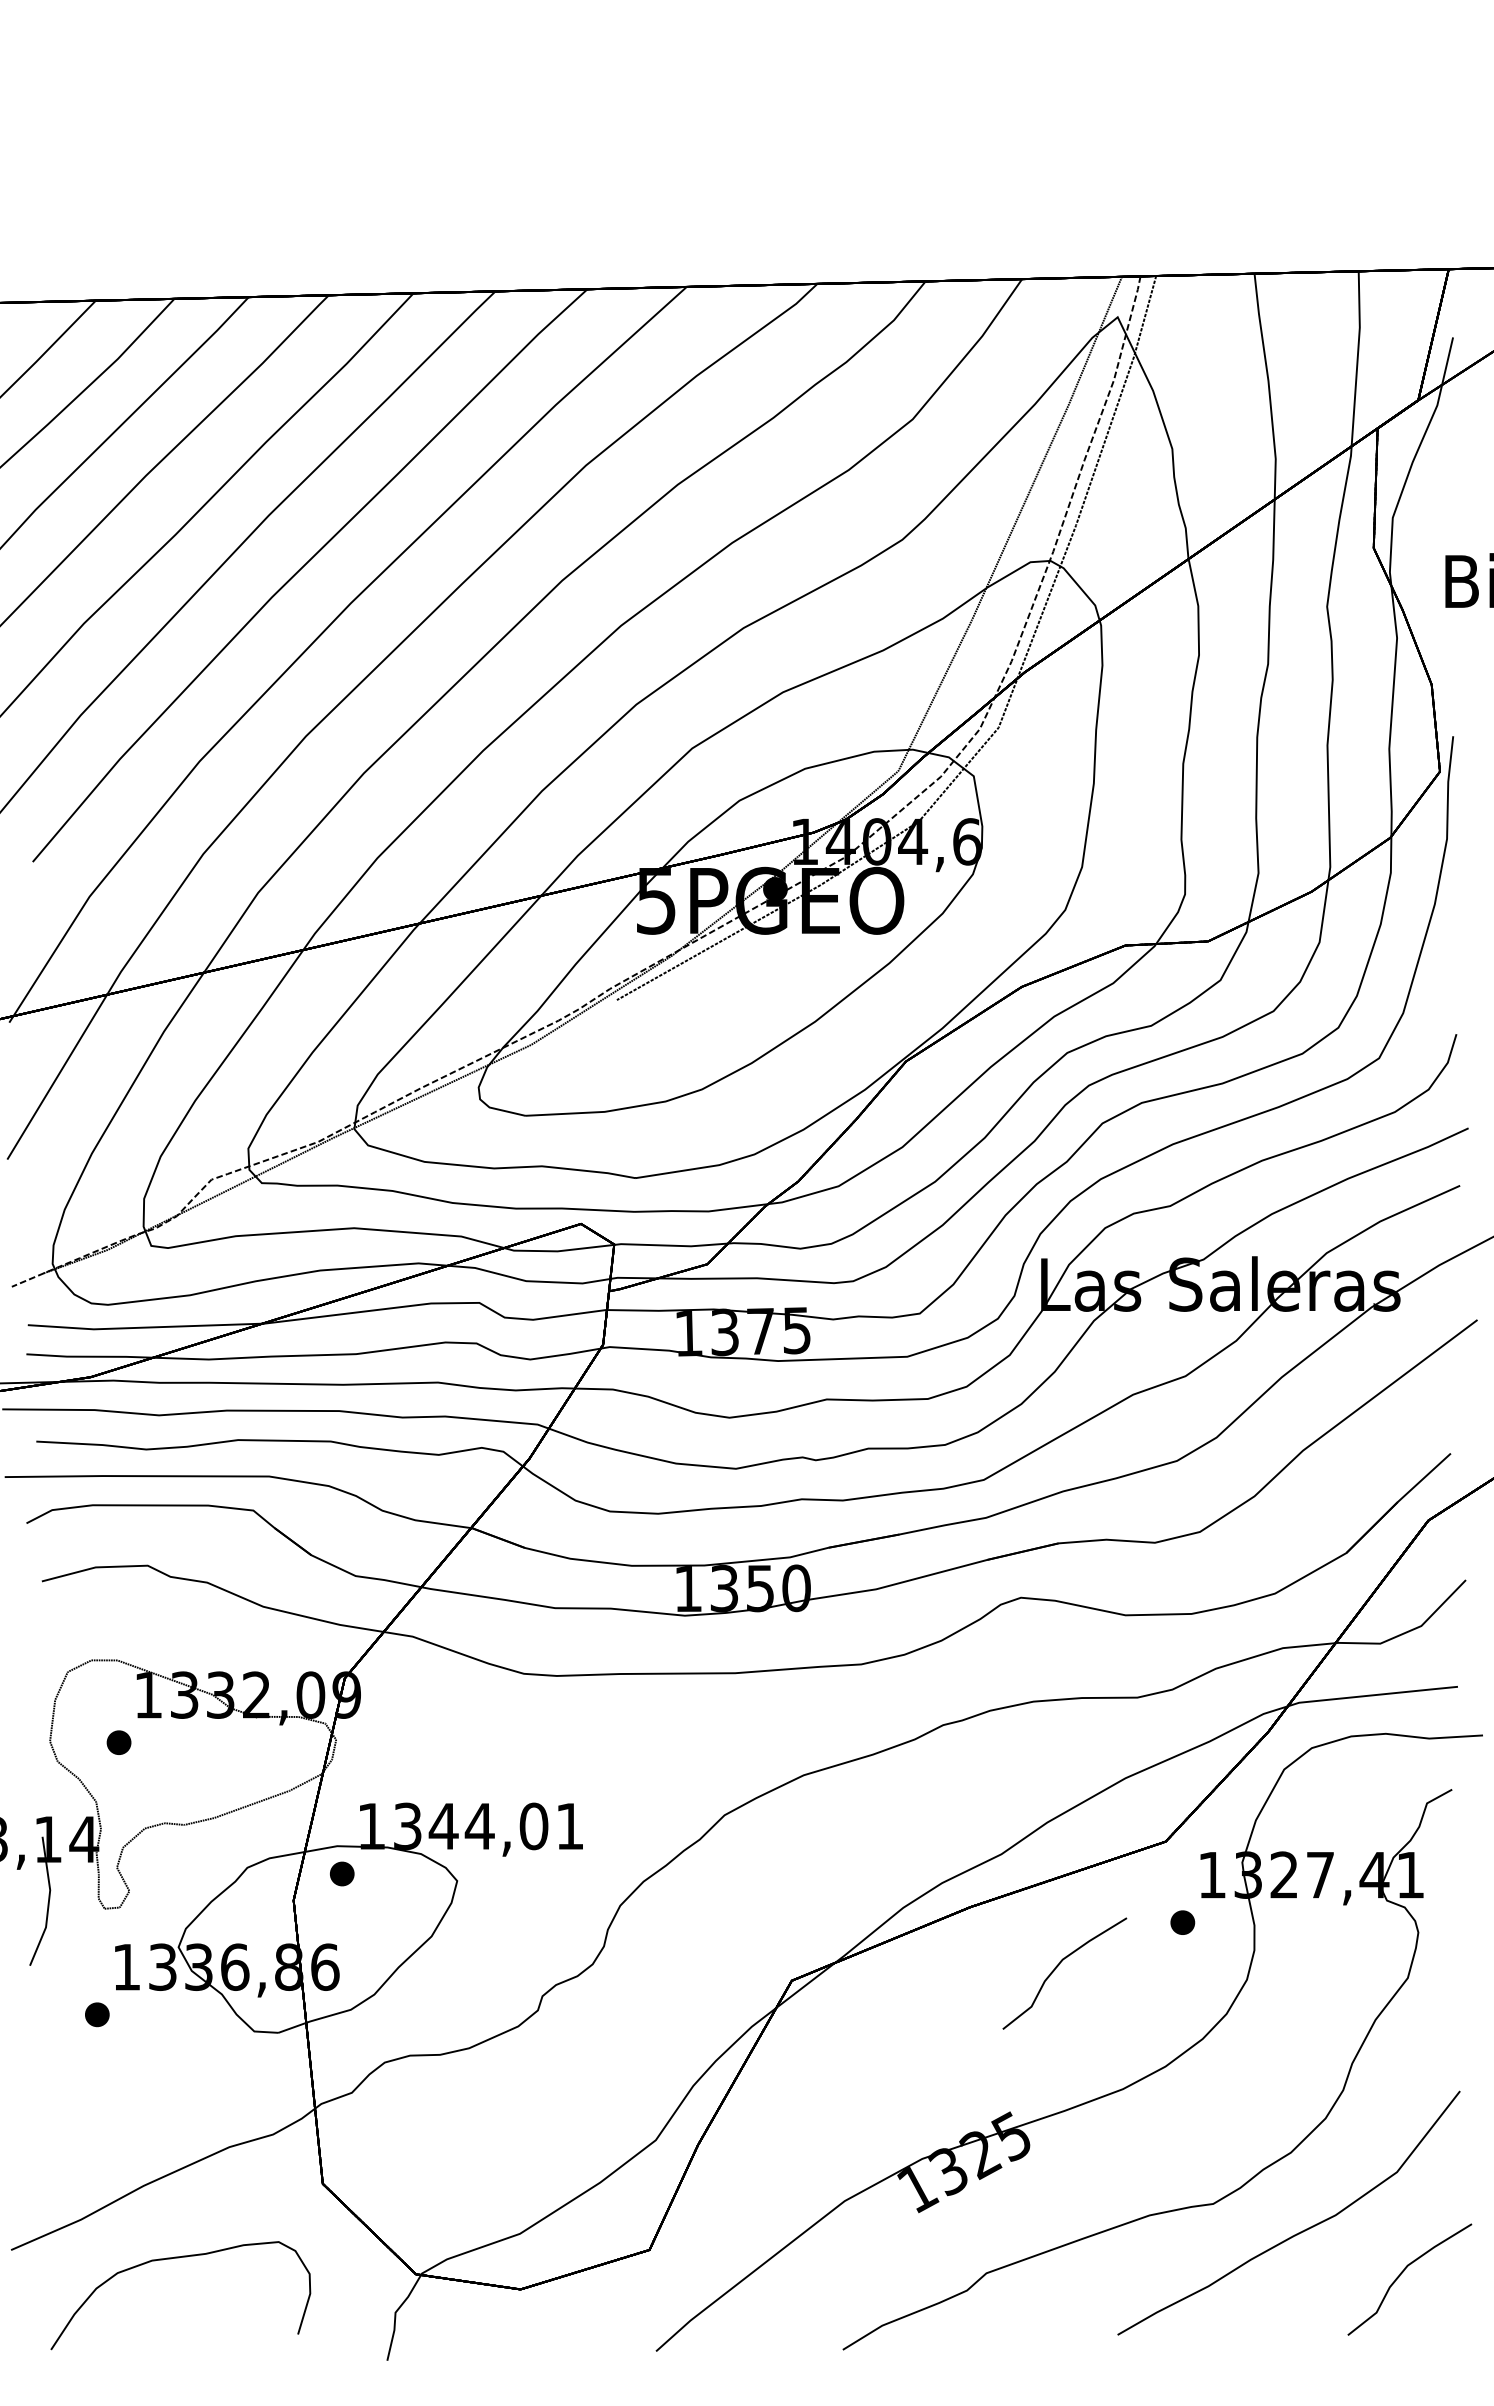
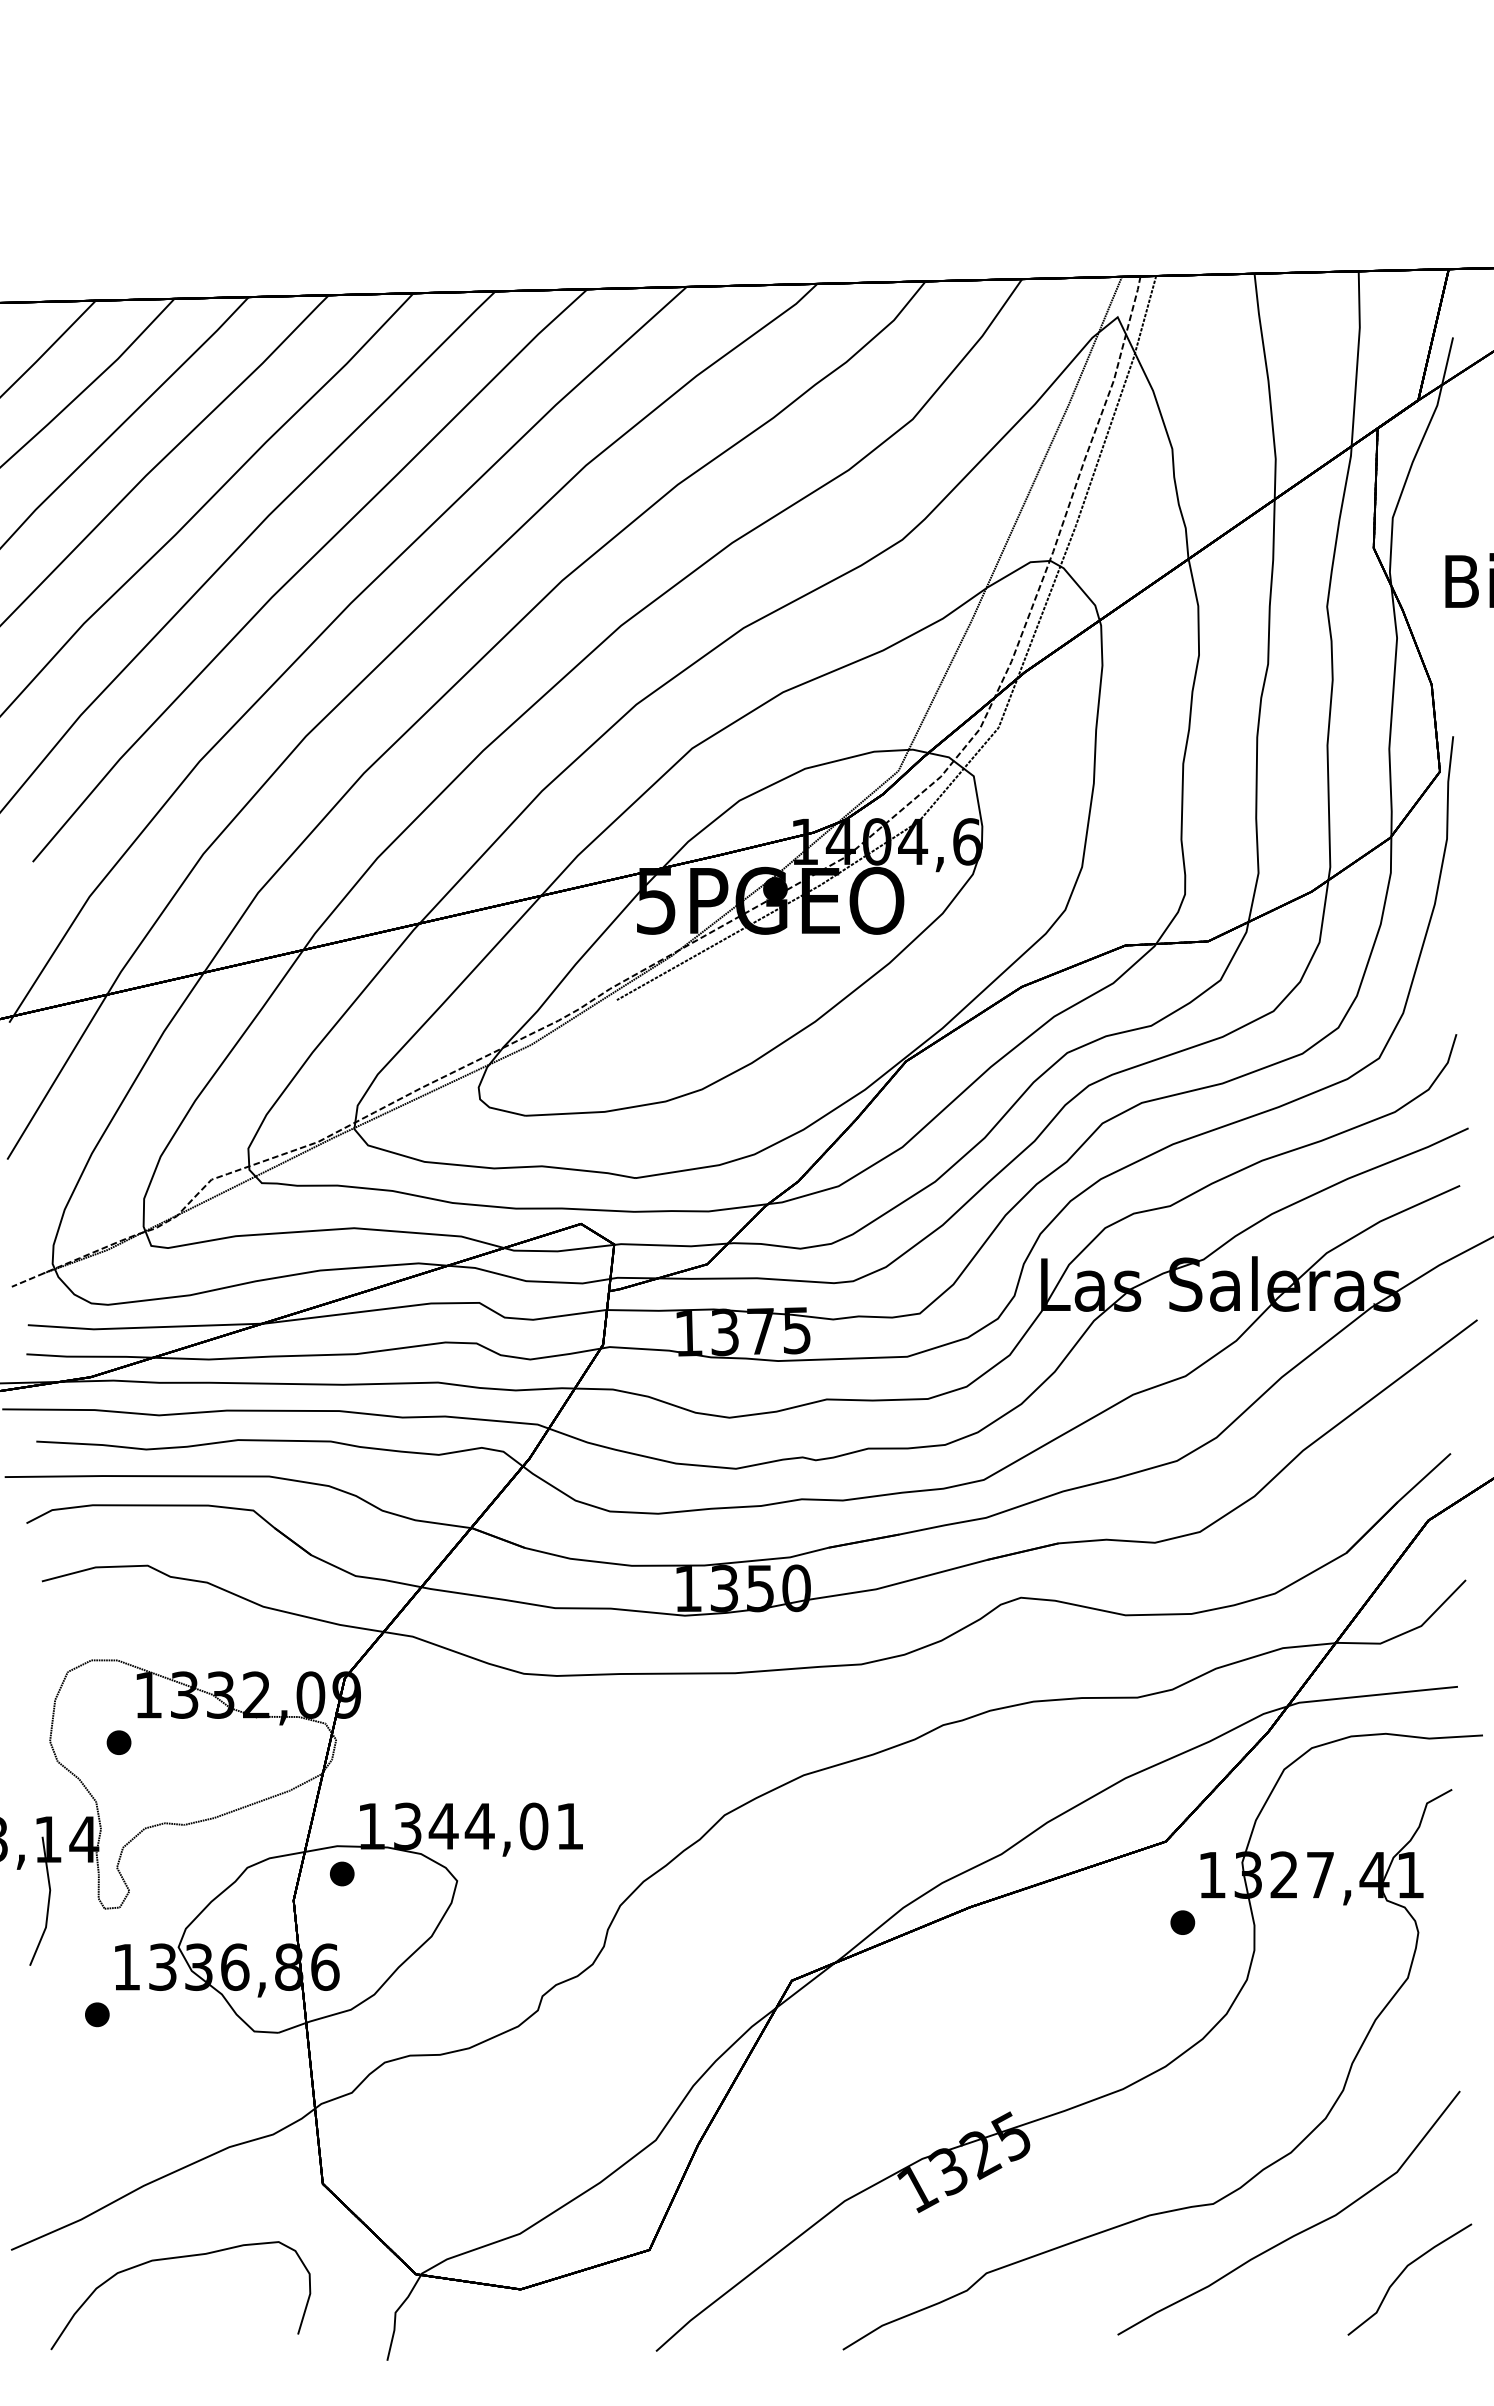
part at (1058, 1966): present -> none
